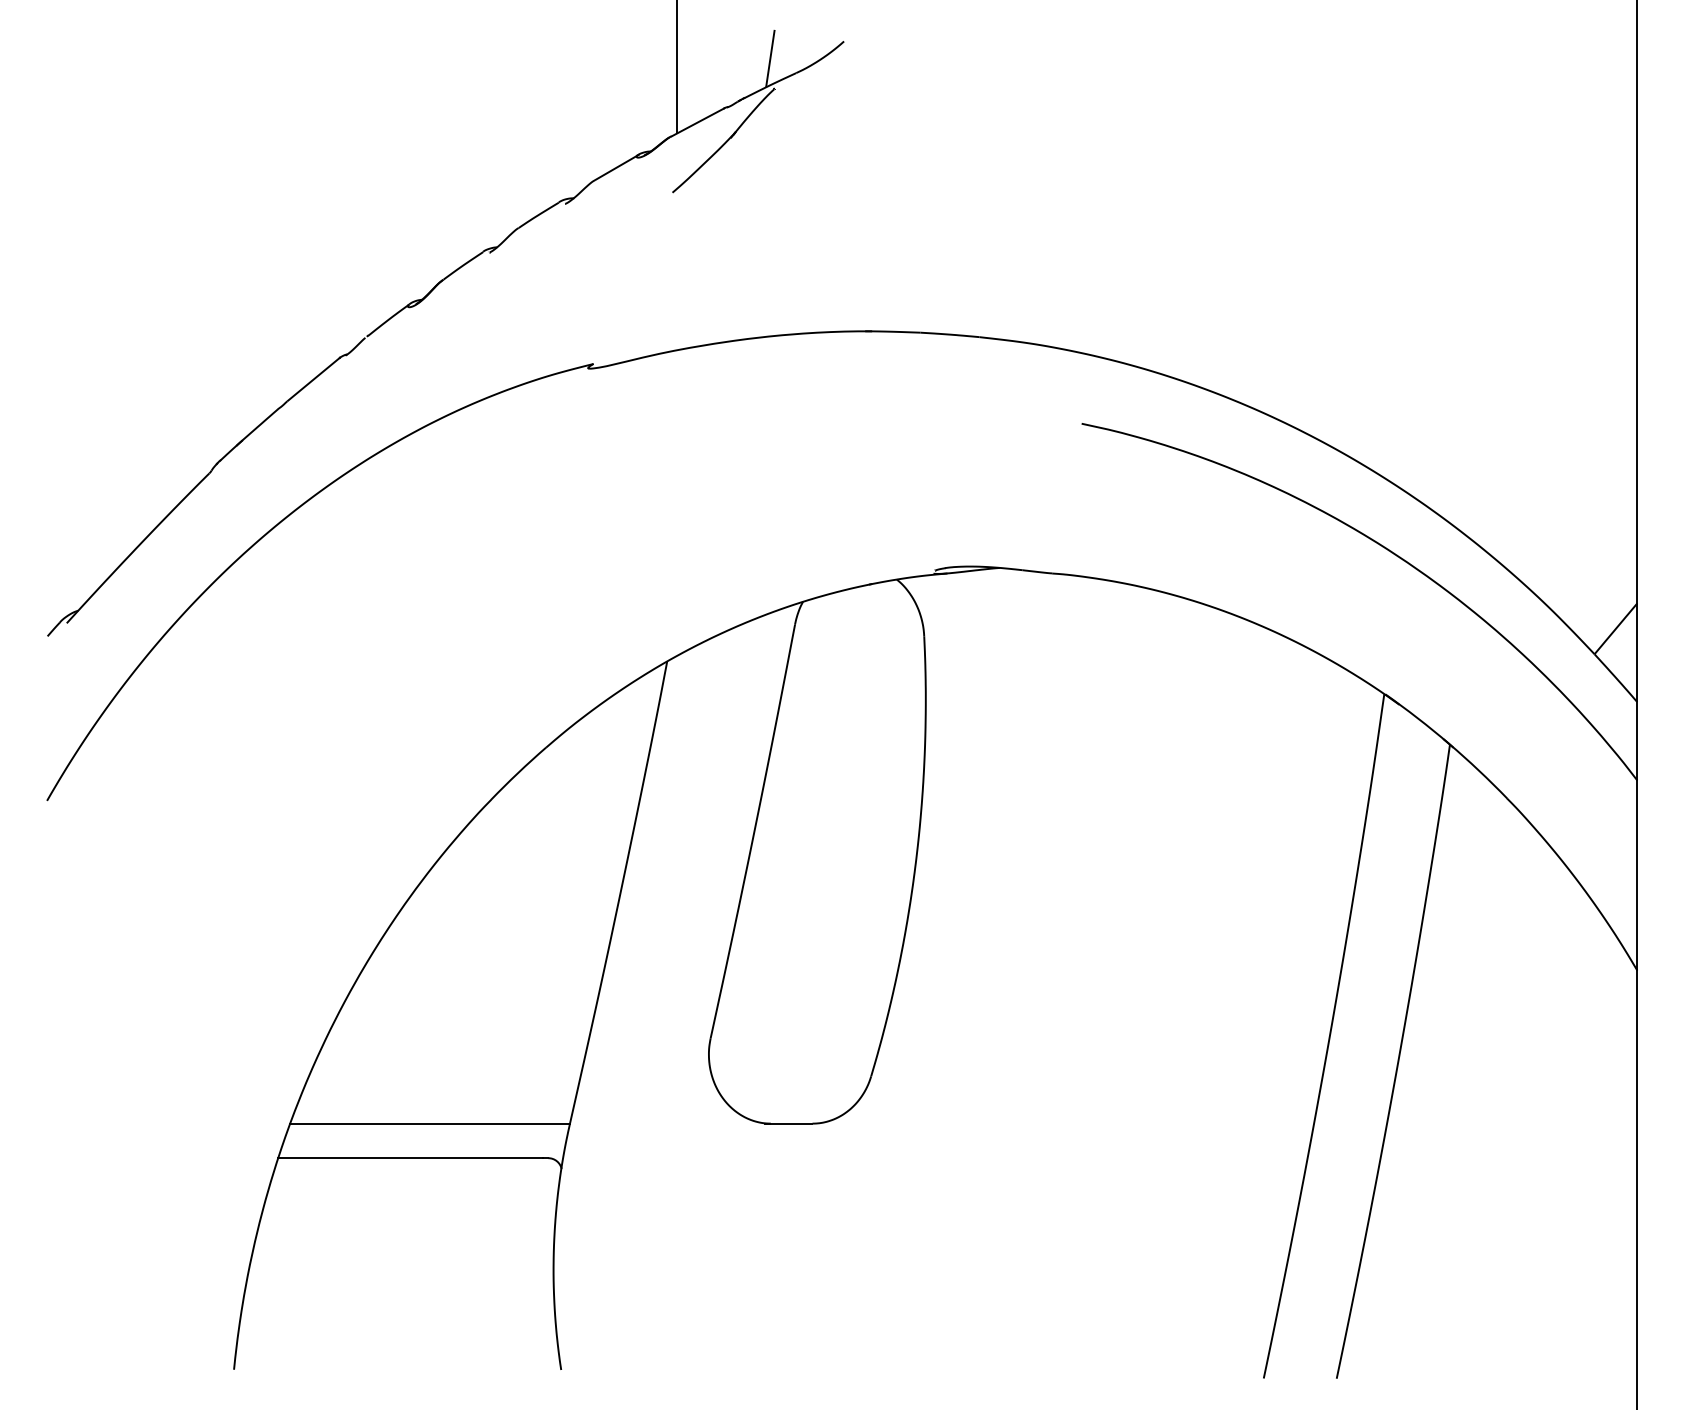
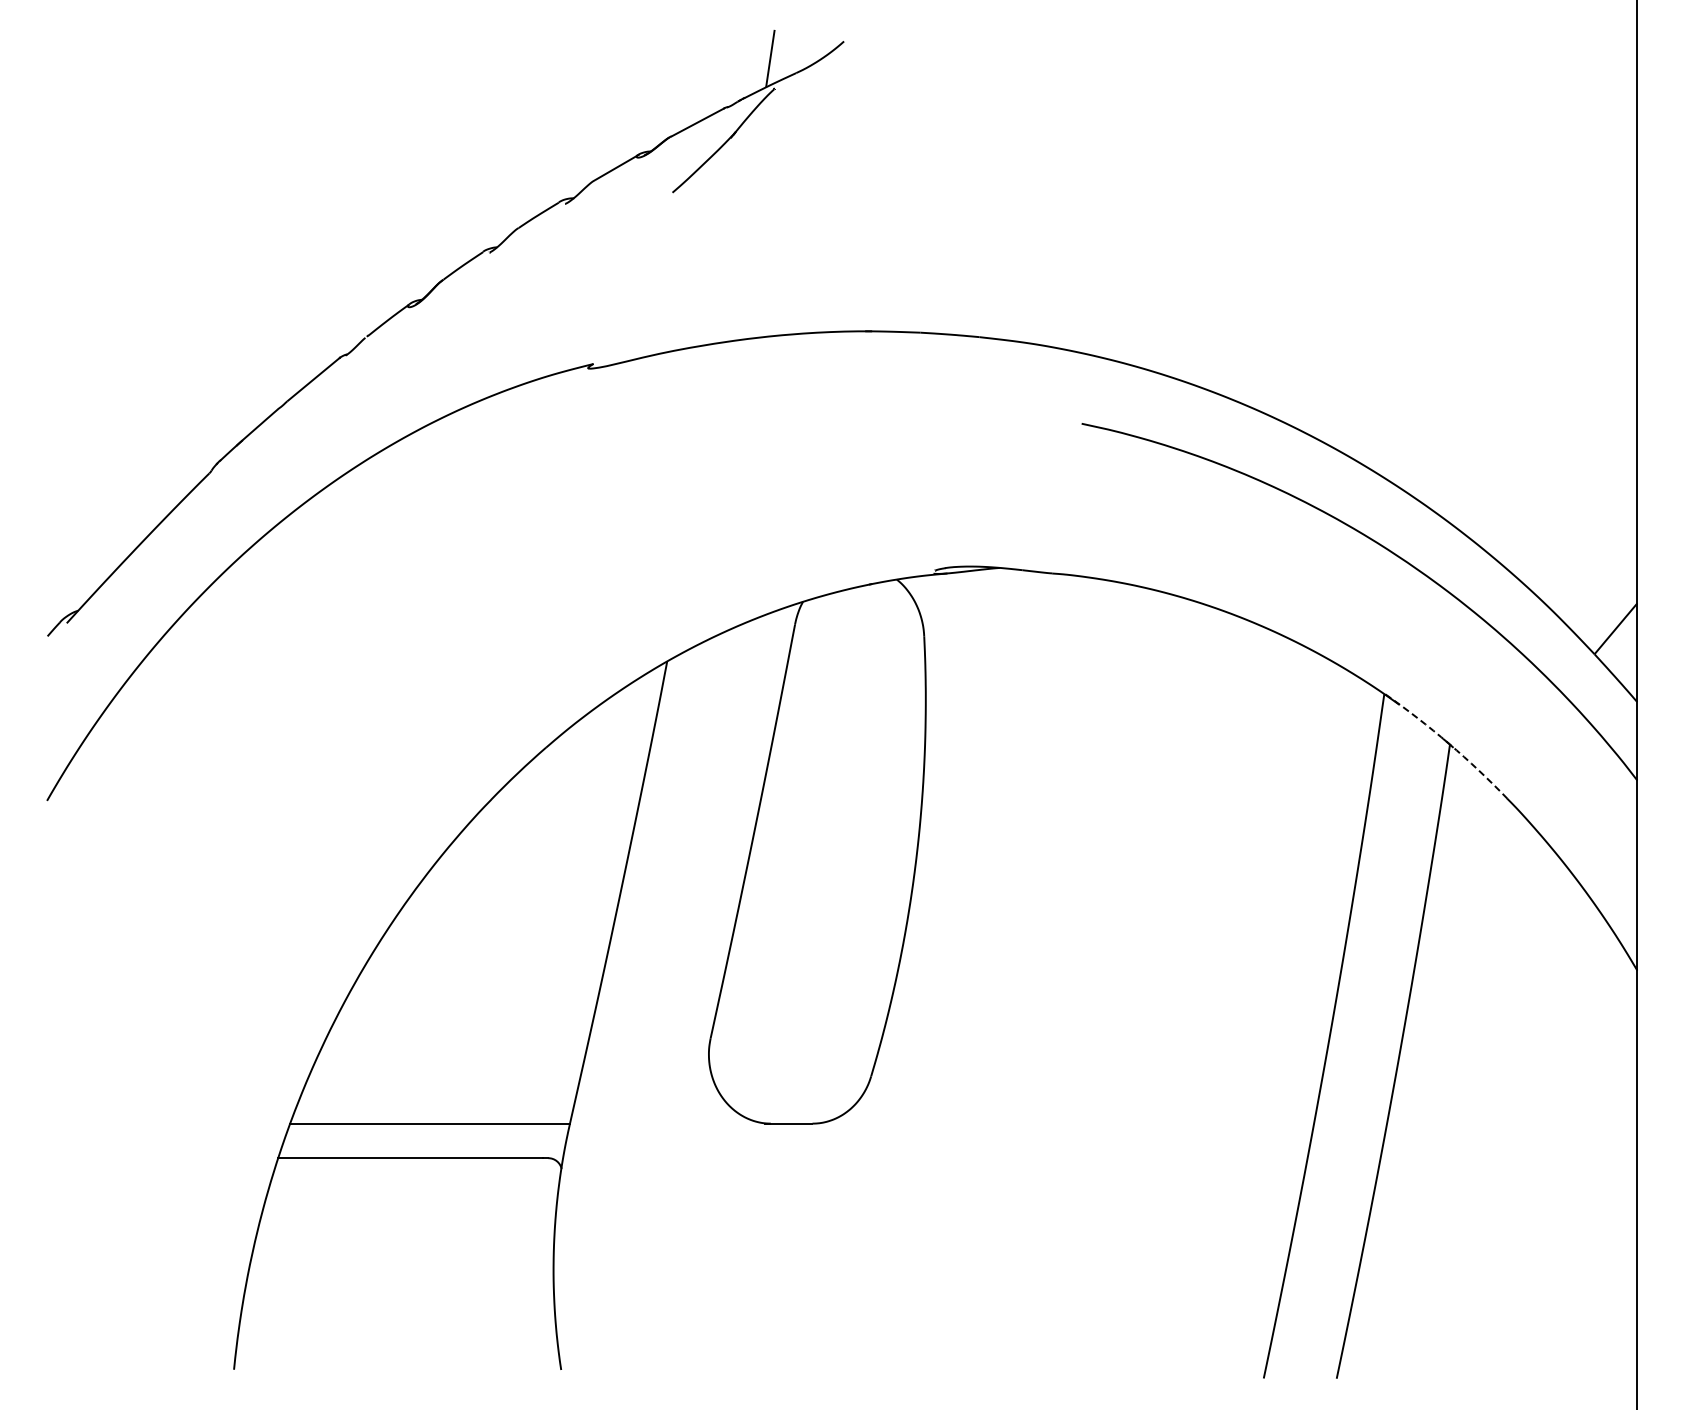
line at (677, 67): present -> none
arc at (1448, 743): solid -> dashed
